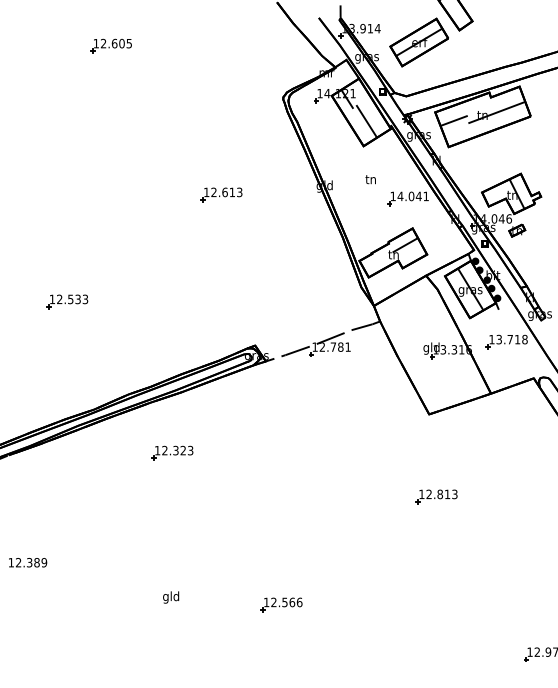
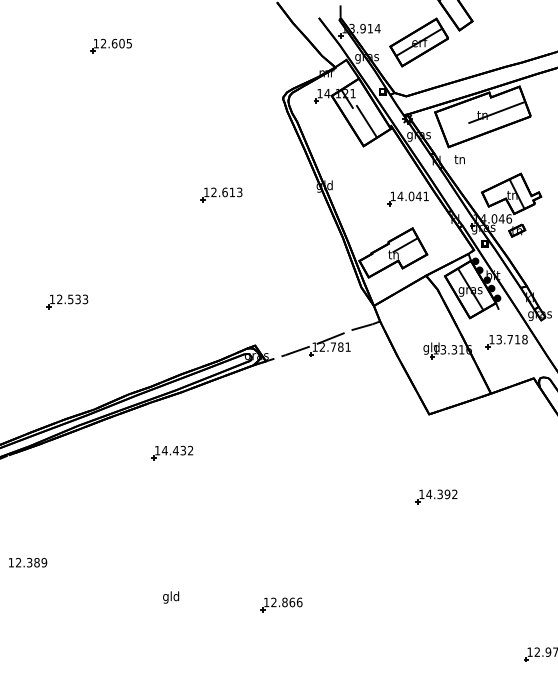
line at (453, 120): present -> none
text at (370, 179) position: (370, 179) -> (459, 159)
text at (177, 450): 12.323 -> 14.432
text at (441, 494): 12.813 -> 14.392
text at (284, 602): 12.566 -> 12.866
